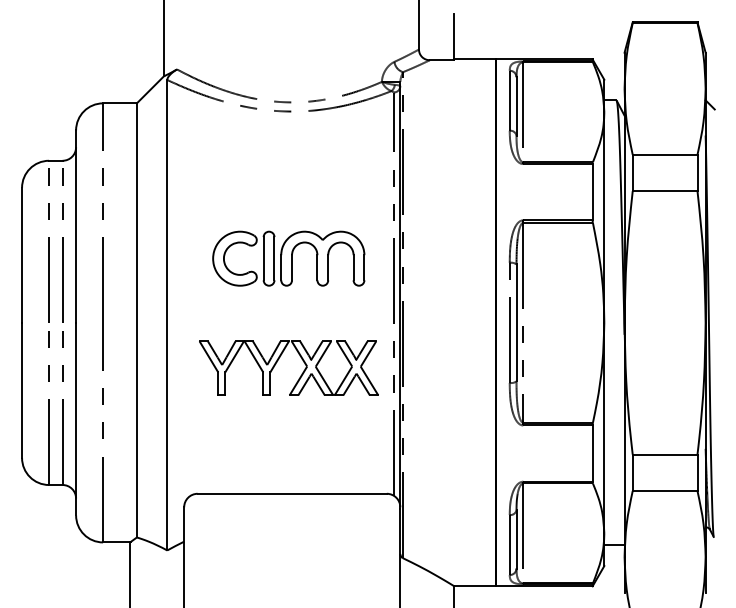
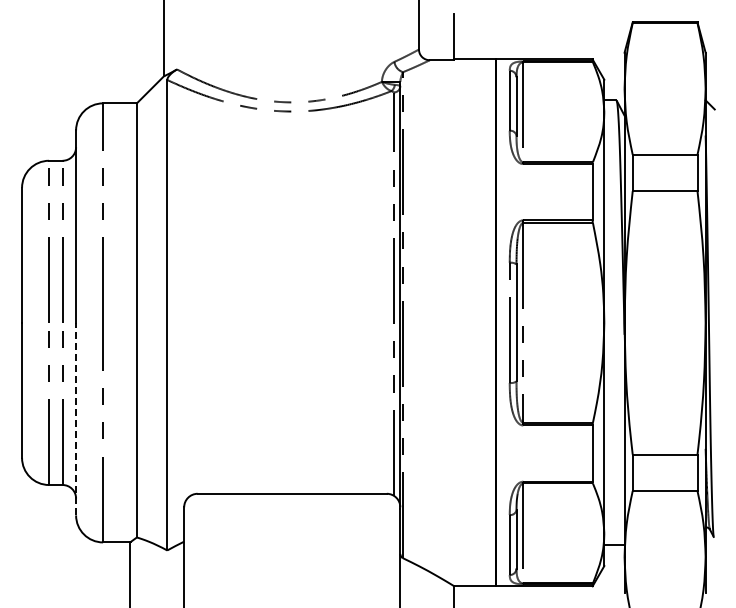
part at (288, 258): present -> none
part at (279, 359): present -> none
line at (76, 418): solid -> dashed
